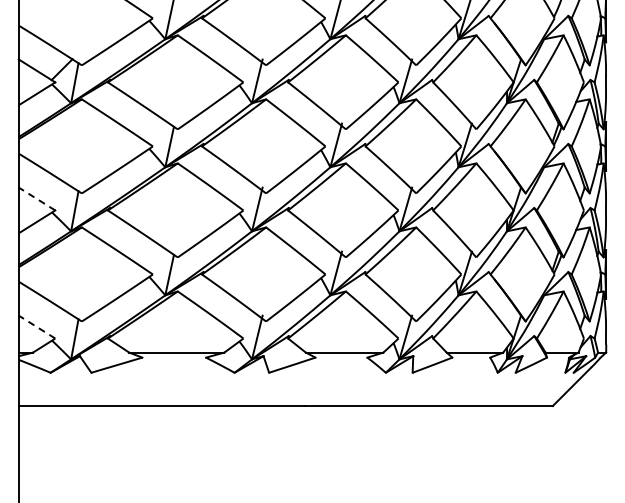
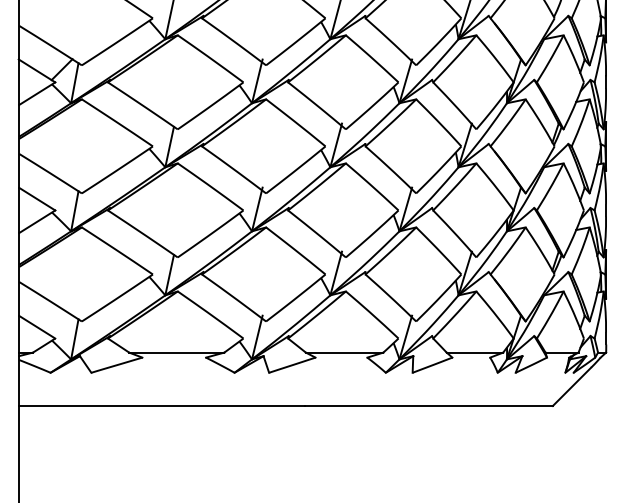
line at (36, 198): dashed -> solid
line at (36, 326): dashed -> solid
